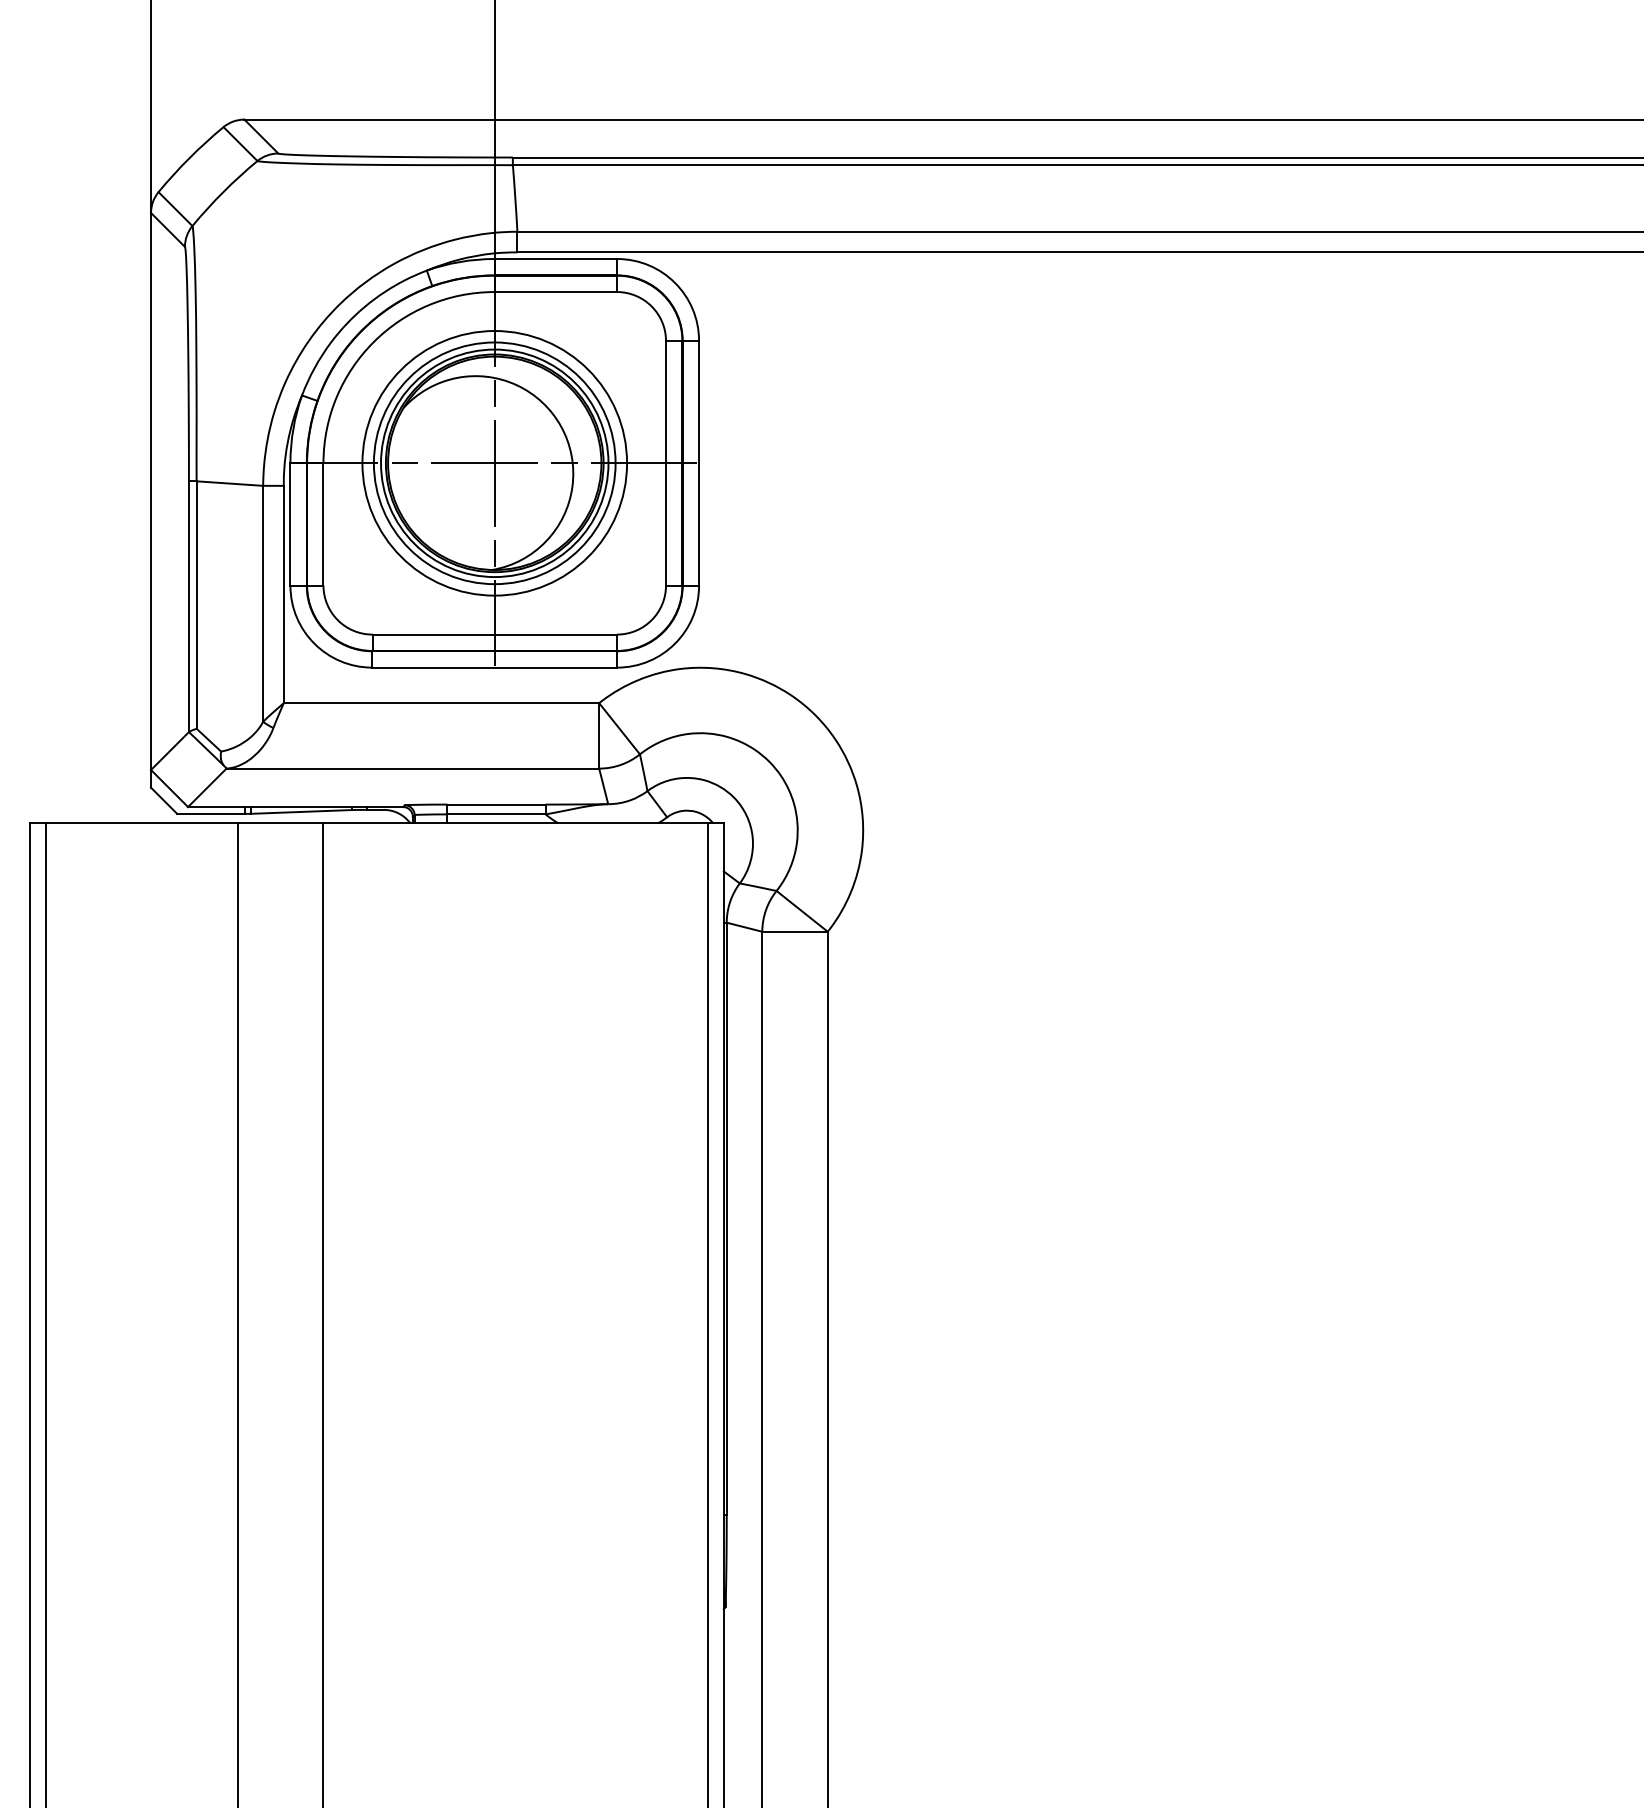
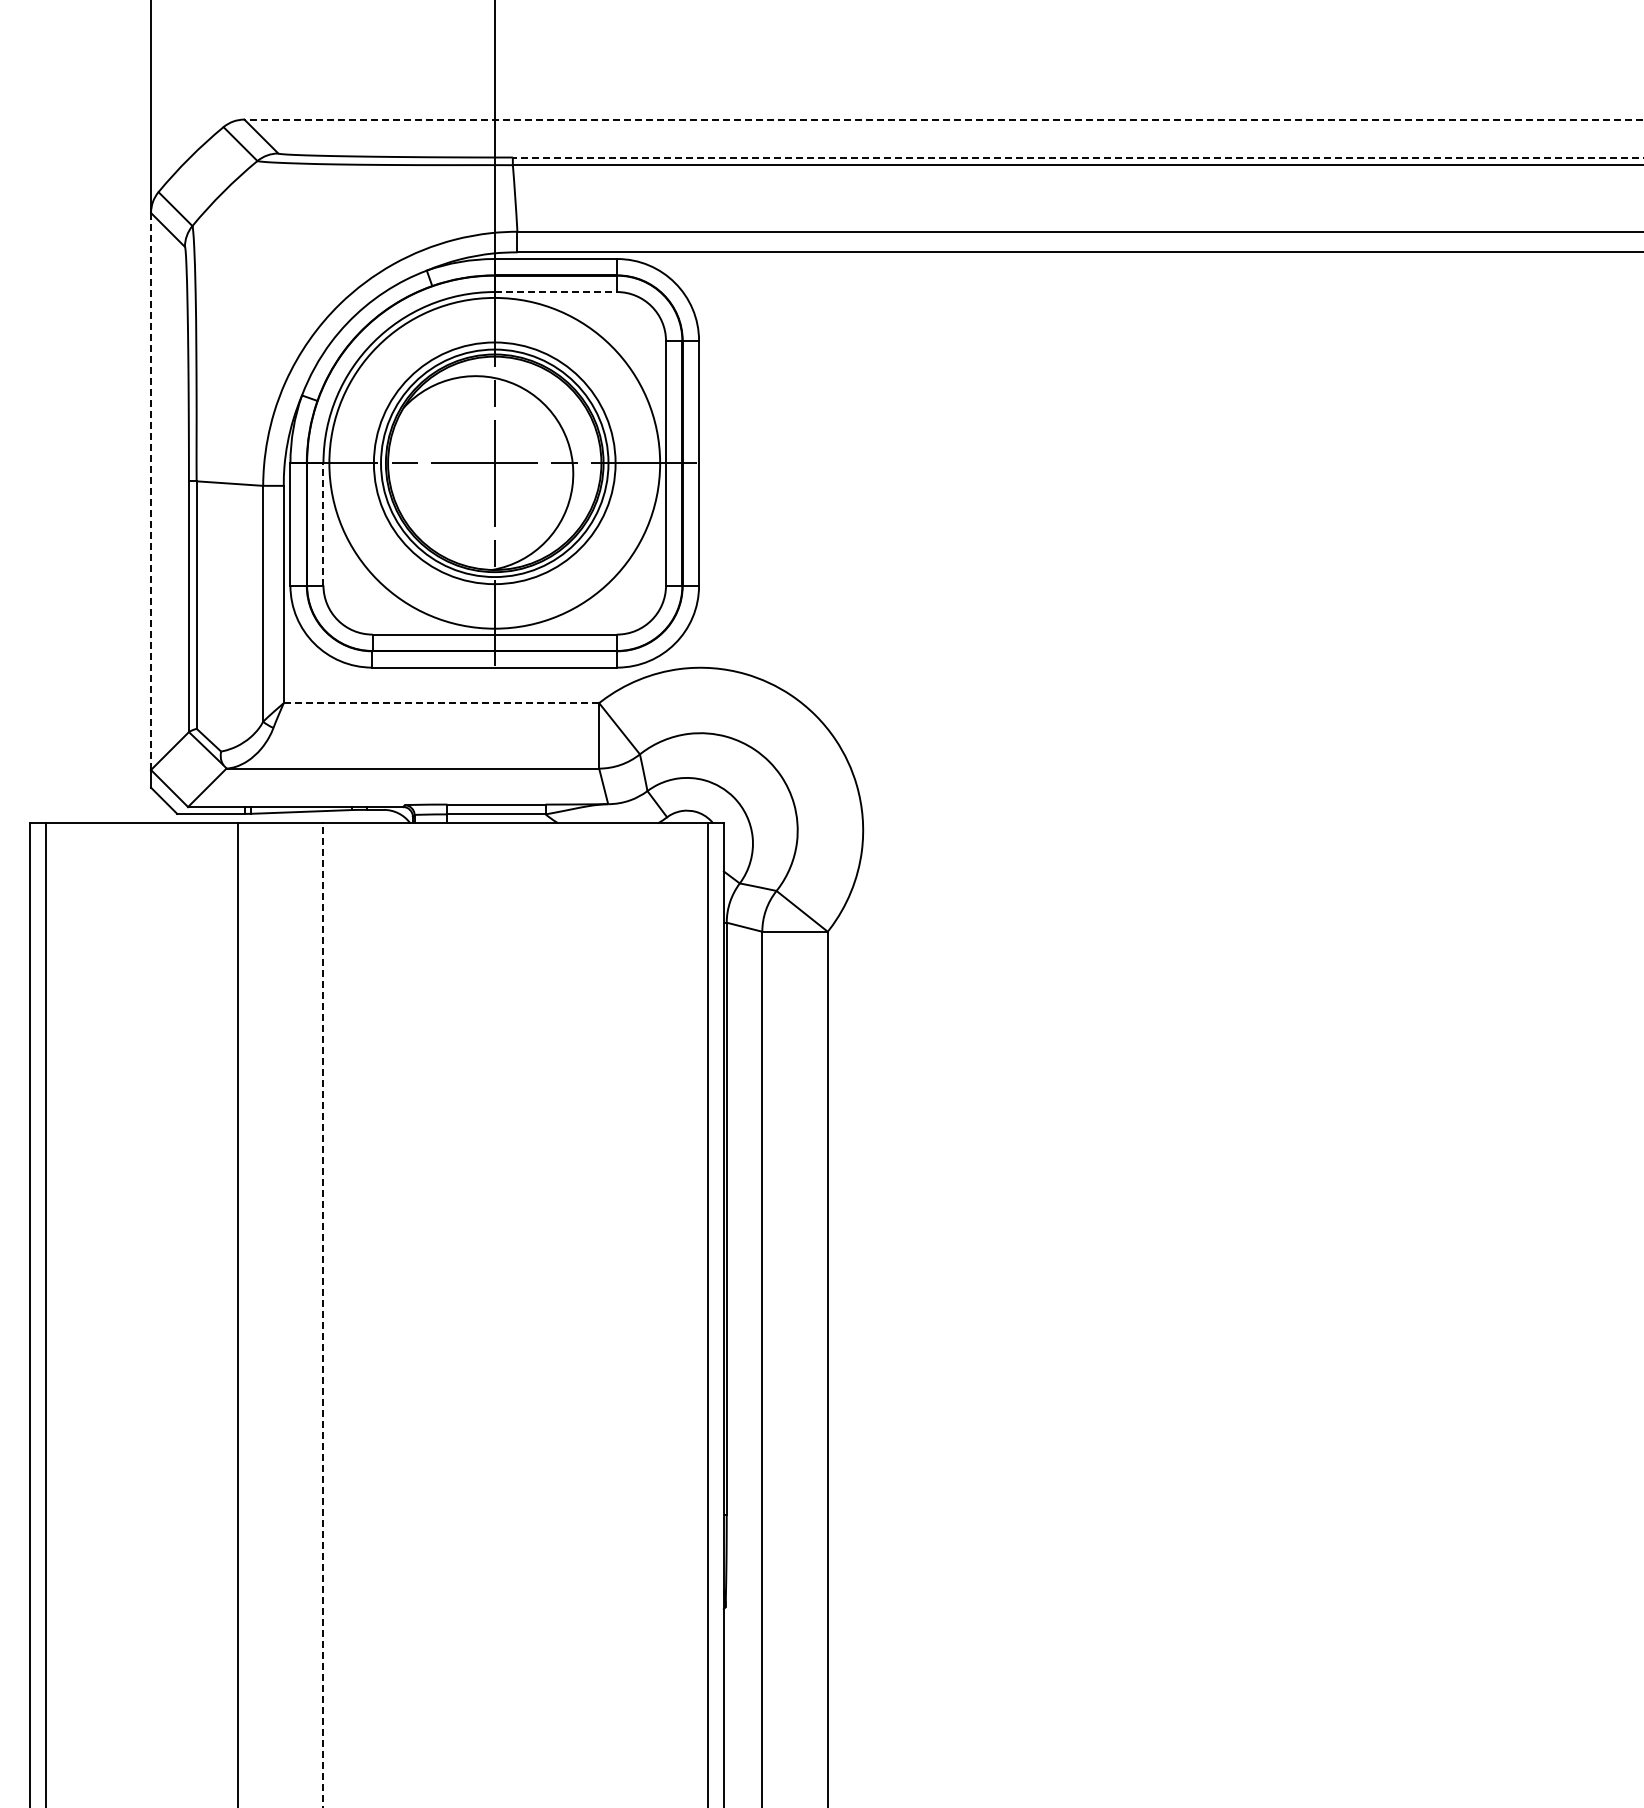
line at (943, 119): solid -> dashed
line at (1077, 157): solid -> dashed
line at (556, 292): solid -> dashed
circle at (494, 463) diameter: 265 px -> 331 px
line at (151, 492): solid -> dashed
line at (323, 523): solid -> dashed
line at (441, 703): solid -> dashed
line at (323, 1315): solid -> dashed
